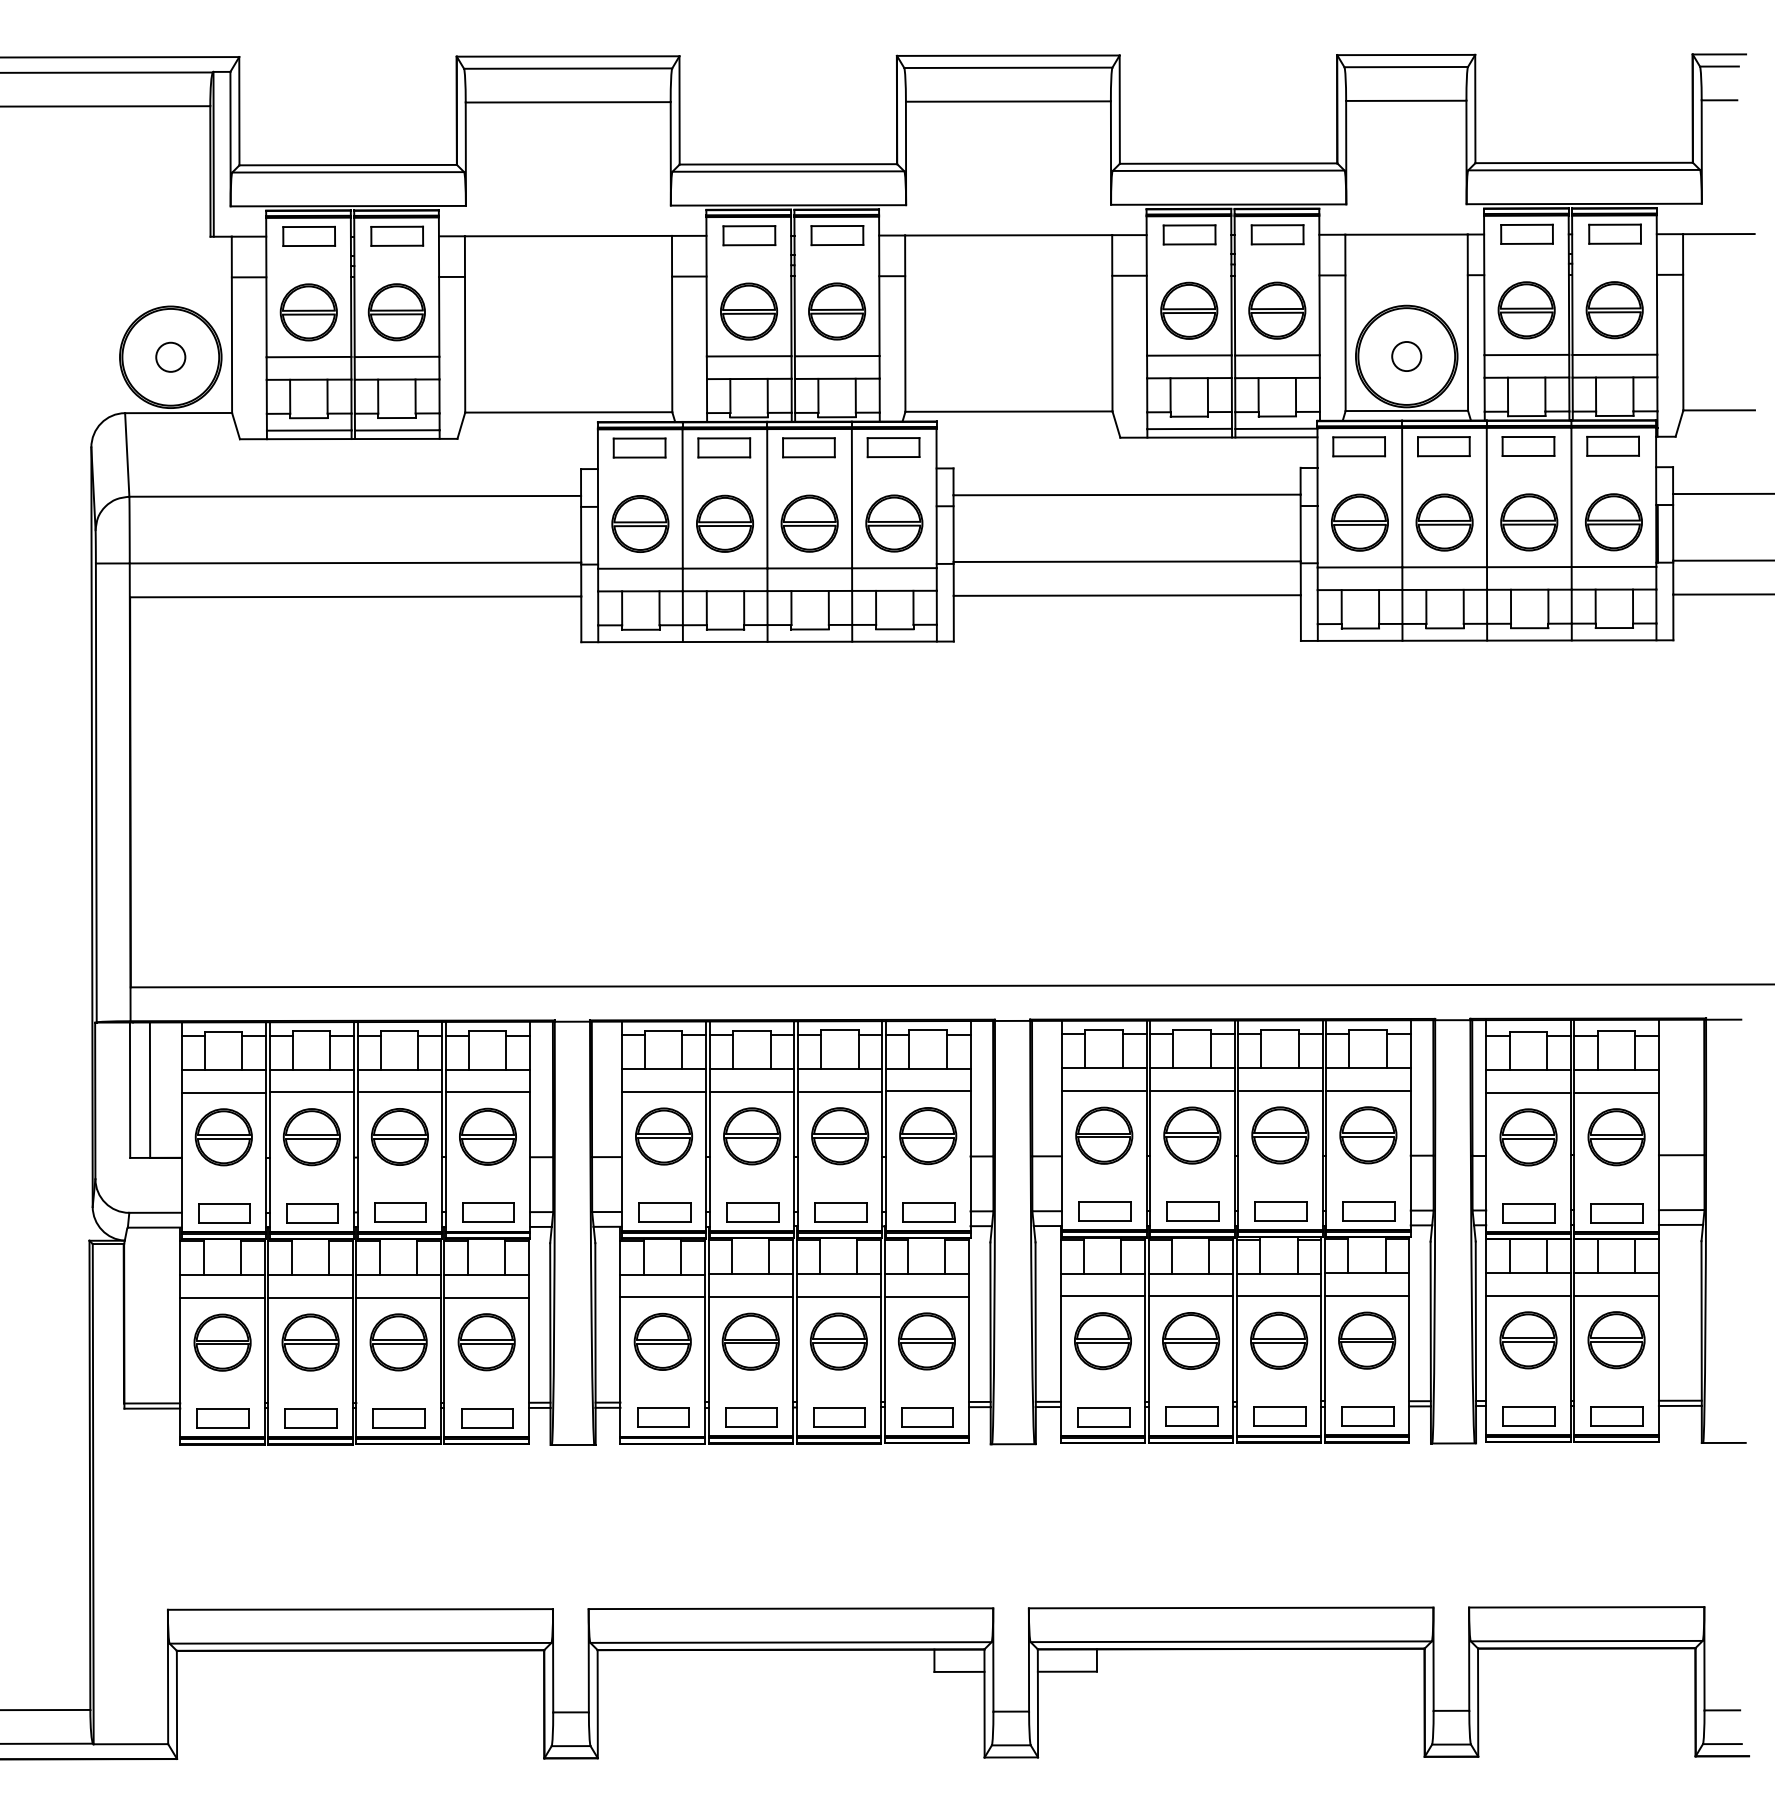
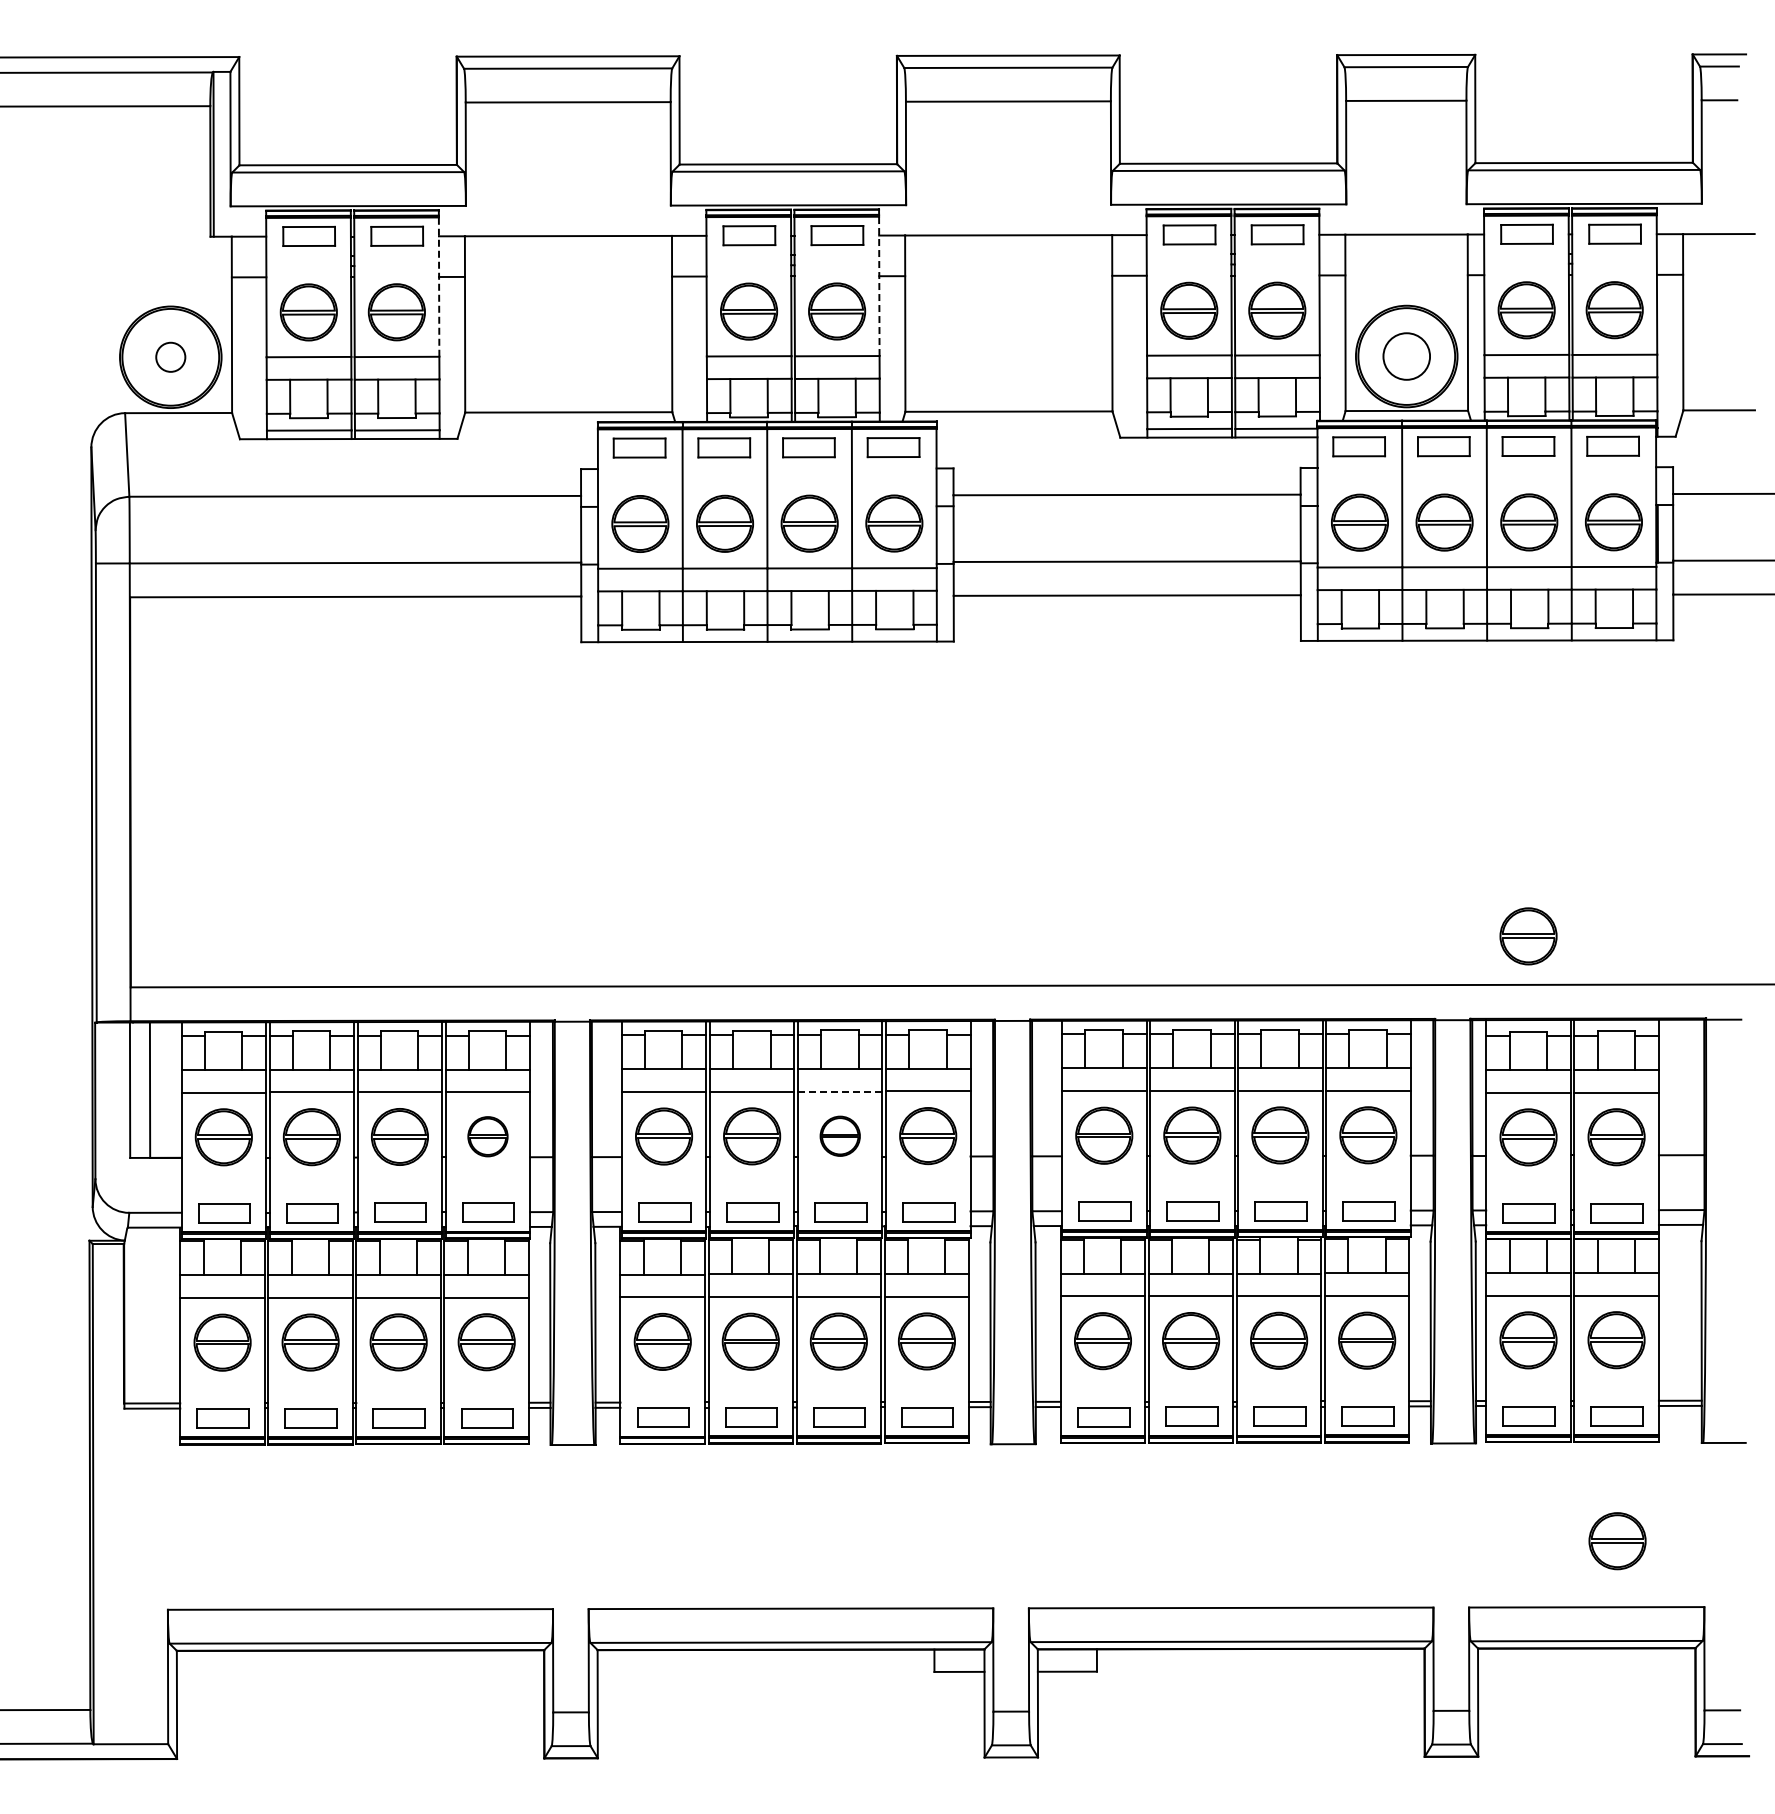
line at (879, 286): solid -> dashed
line at (439, 287): solid -> dashed
circle at (1406, 356) diameter: 29 px -> 47 px
part at (1528, 936): none -> present
line at (839, 1091): solid -> dashed
part at (487, 1136) size: 58x59 px -> 42x42 px
part at (840, 1136) size: 59x59 px -> 42x42 px
part at (1617, 1541): none -> present
